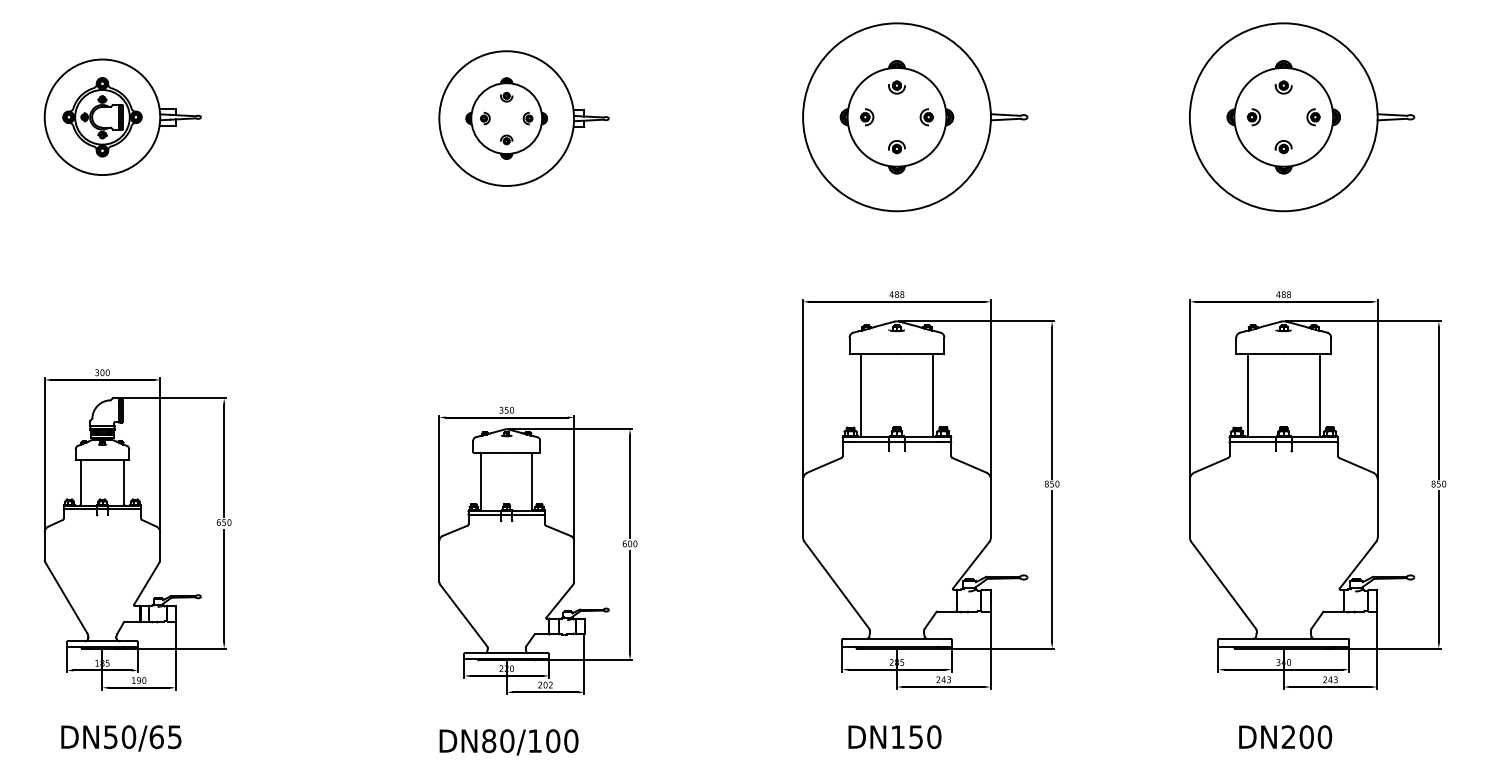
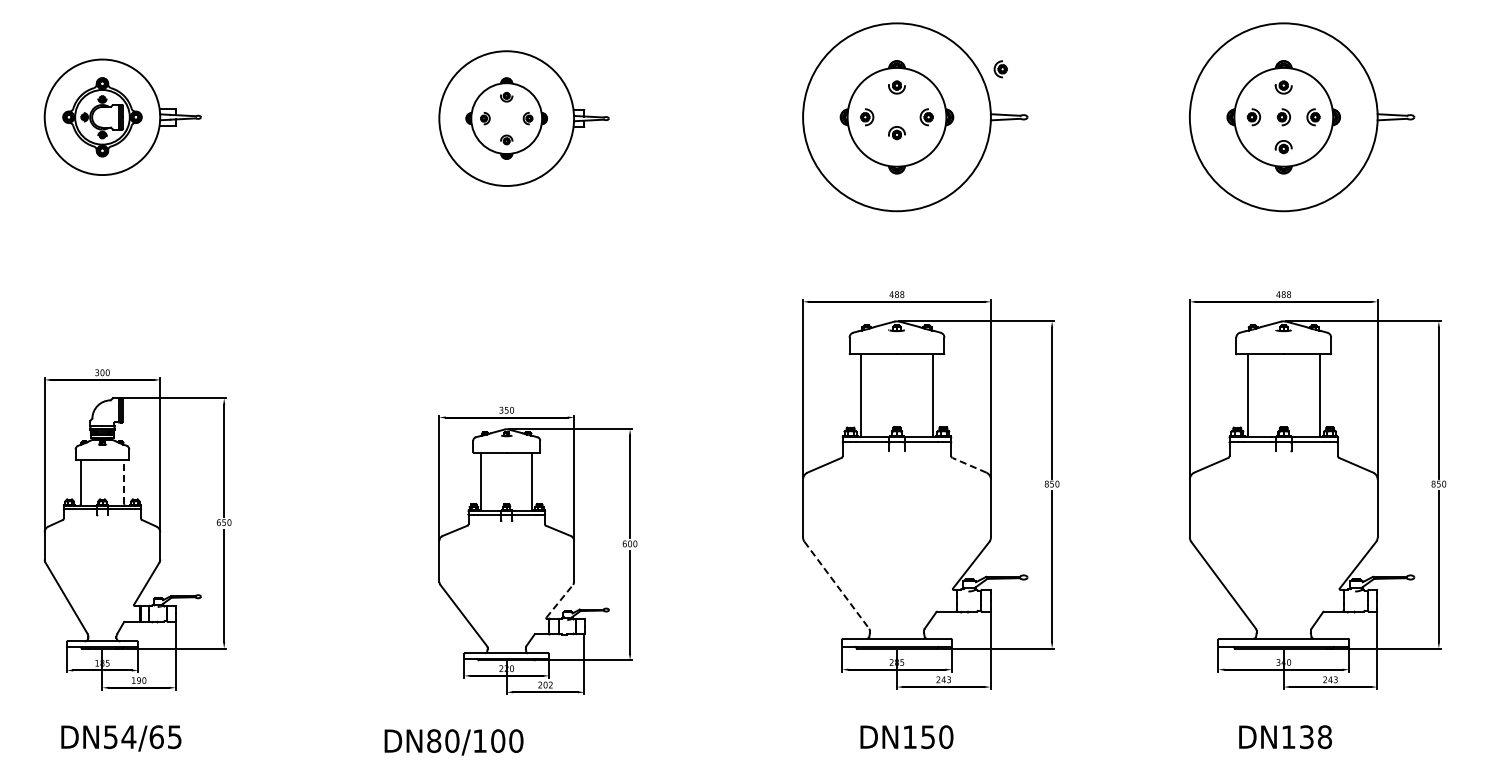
part at (1000, 69): none -> present
part at (1283, 117): none -> present
part at (896, 147) position: (896, 147) -> (896, 133)
line at (969, 465): solid -> dashed
line at (124, 481): solid -> dashed
line at (837, 585): solid -> dashed
line at (560, 600): solid -> dashed
text at (128, 737): DN50/65 -> DN54/65
text at (894, 737) position: (894, 737) -> (906, 737)
text at (1306, 737): DN200 -> DN138
text at (508, 742) position: (508, 742) -> (453, 742)
